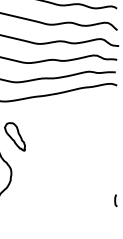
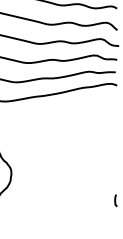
part at (14, 136): present -> none
